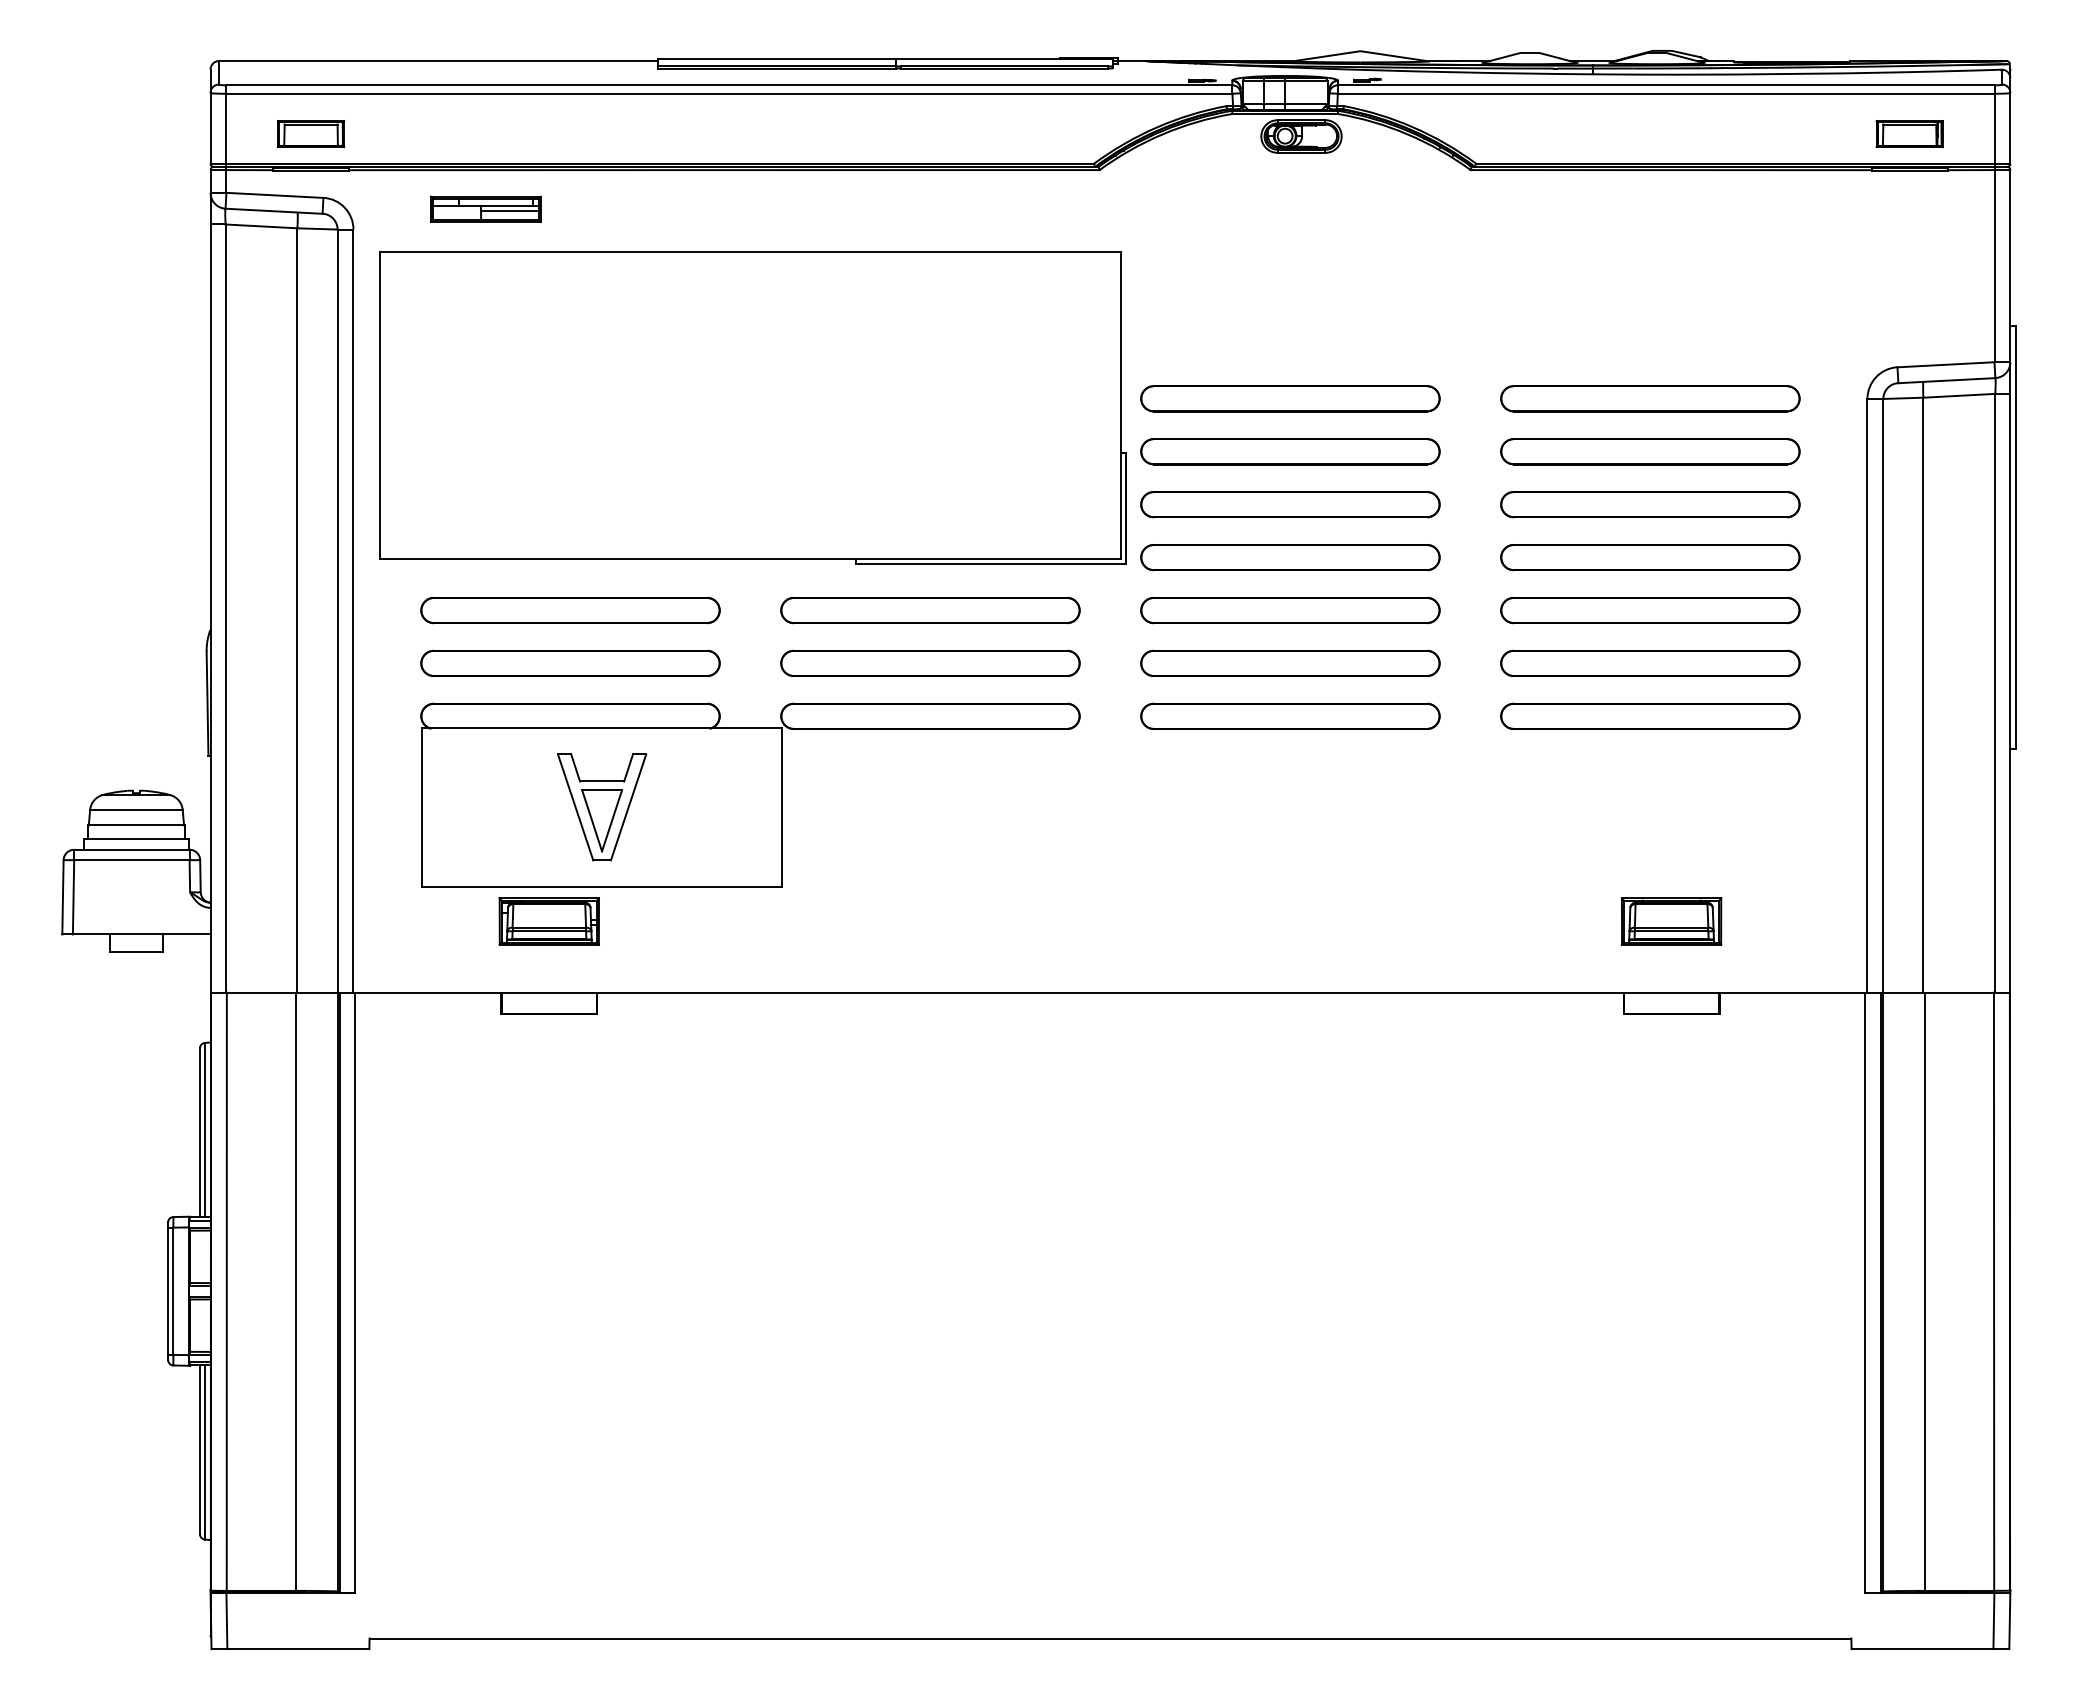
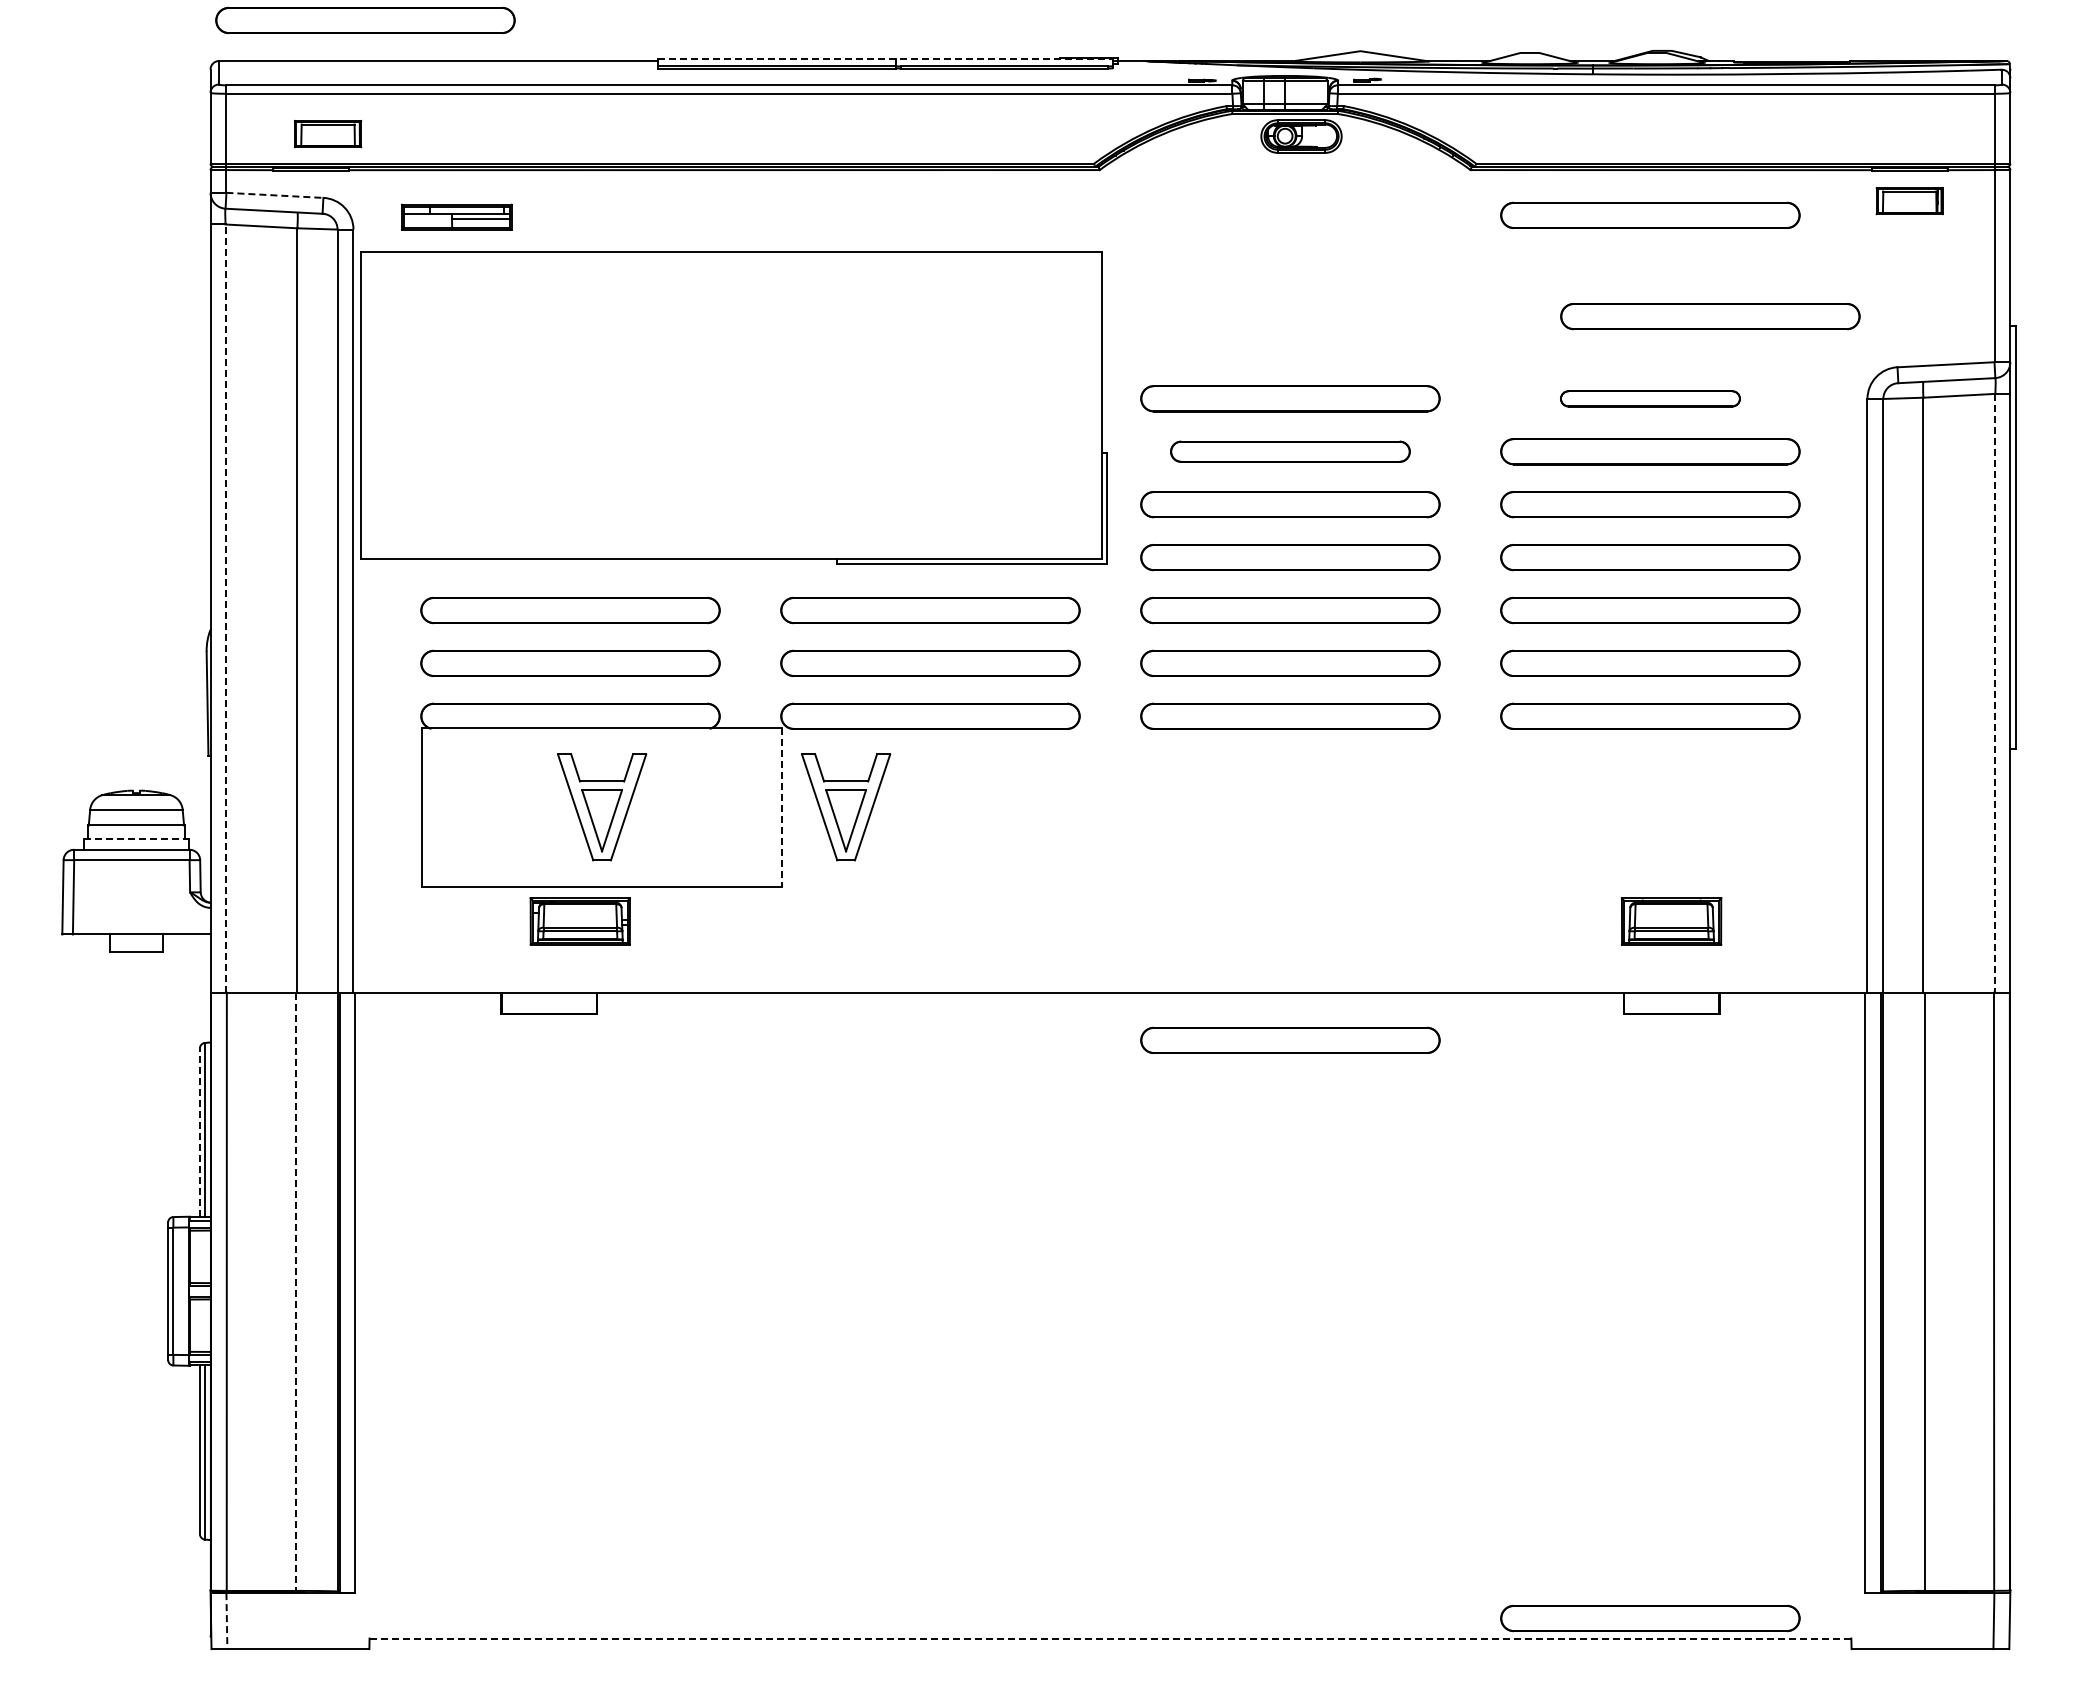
part at (365, 20): none -> present
line at (885, 58): solid -> dashed
part at (311, 134) position: (311, 134) -> (328, 134)
part at (1909, 134) position: (1909, 134) -> (1909, 201)
line at (274, 195): solid -> dashed
part at (485, 208) position: (485, 208) -> (456, 216)
part at (1650, 214): none -> present
part at (1710, 316): none -> present
part at (1650, 398) size: 301x28 px -> 181x18 px
part at (752, 407) position: (752, 407) -> (733, 407)
part at (1290, 451) size: 301x28 px -> 241x23 px
line at (225, 608): solid -> dashed
line at (1995, 693): solid -> dashed
line at (782, 807): solid -> dashed
part at (846, 807): none -> present
line at (136, 839): solid -> dashed
part at (548, 921) position: (548, 921) -> (579, 921)
part at (1290, 1039): none -> present
line at (199, 1132): solid -> dashed
line at (295, 1292): solid -> dashed
part at (1650, 1618): none -> present
line at (226, 1621): solid -> dashed
line at (1110, 1638): solid -> dashed
